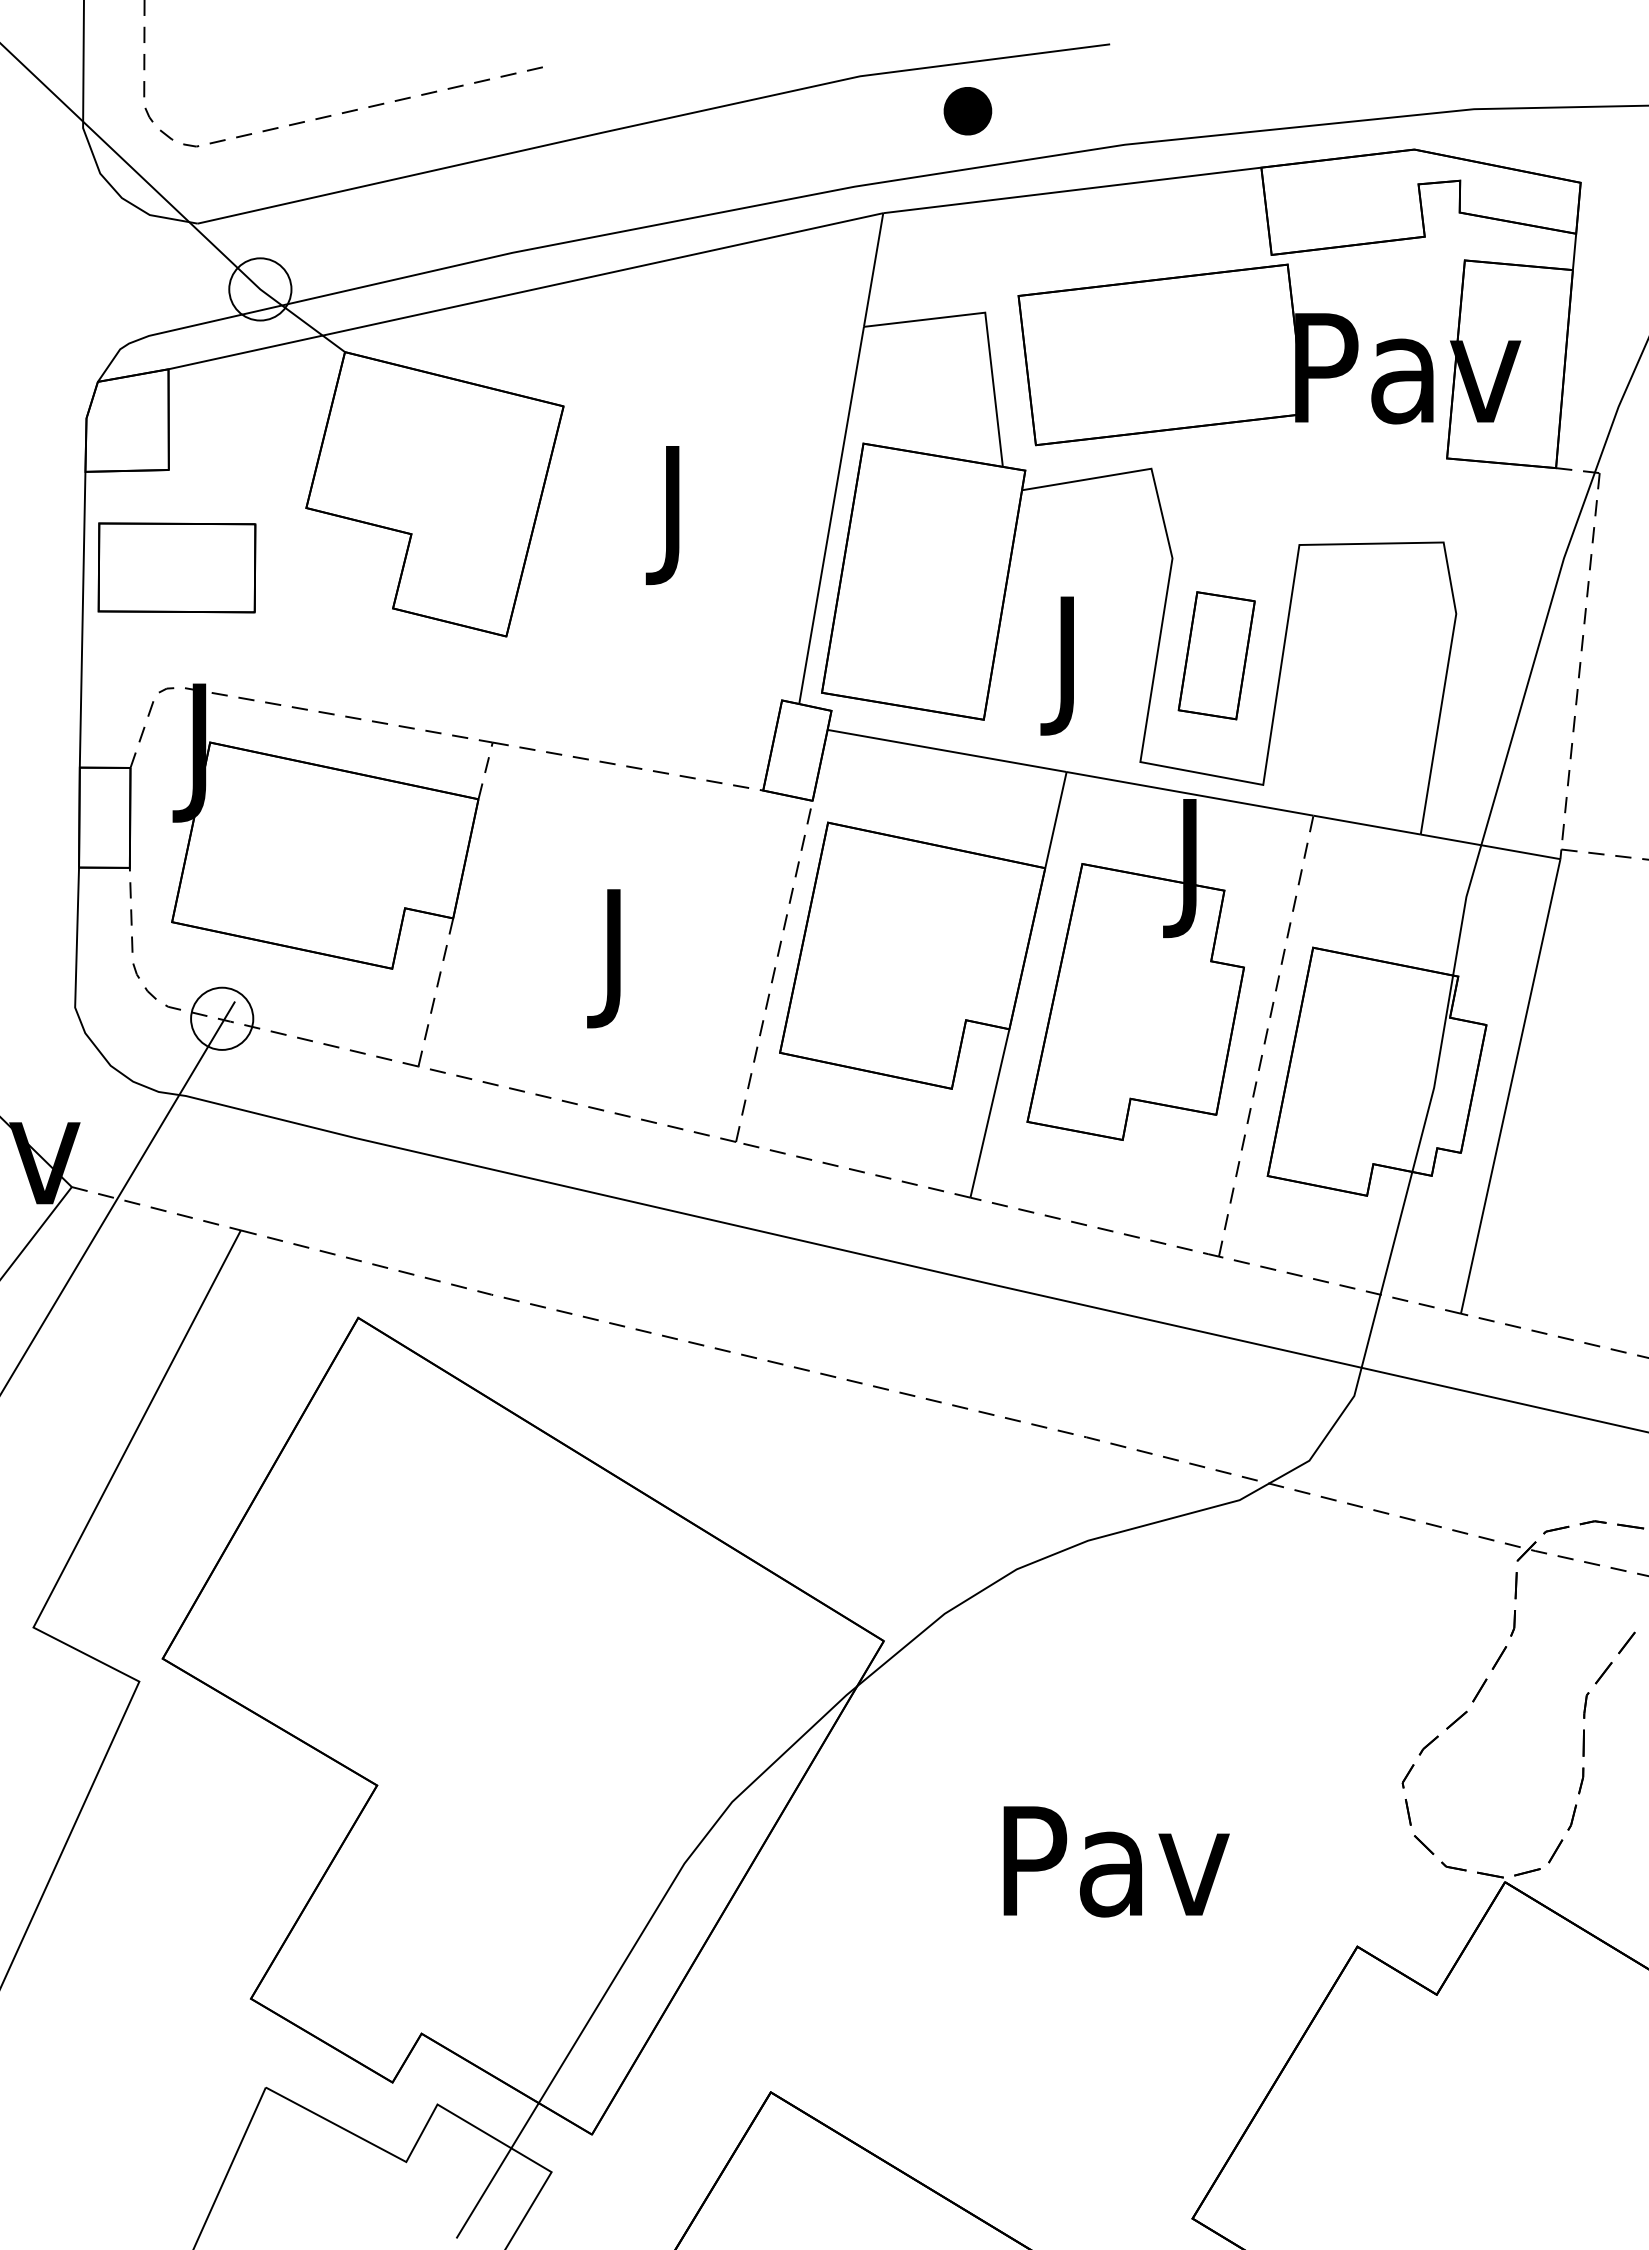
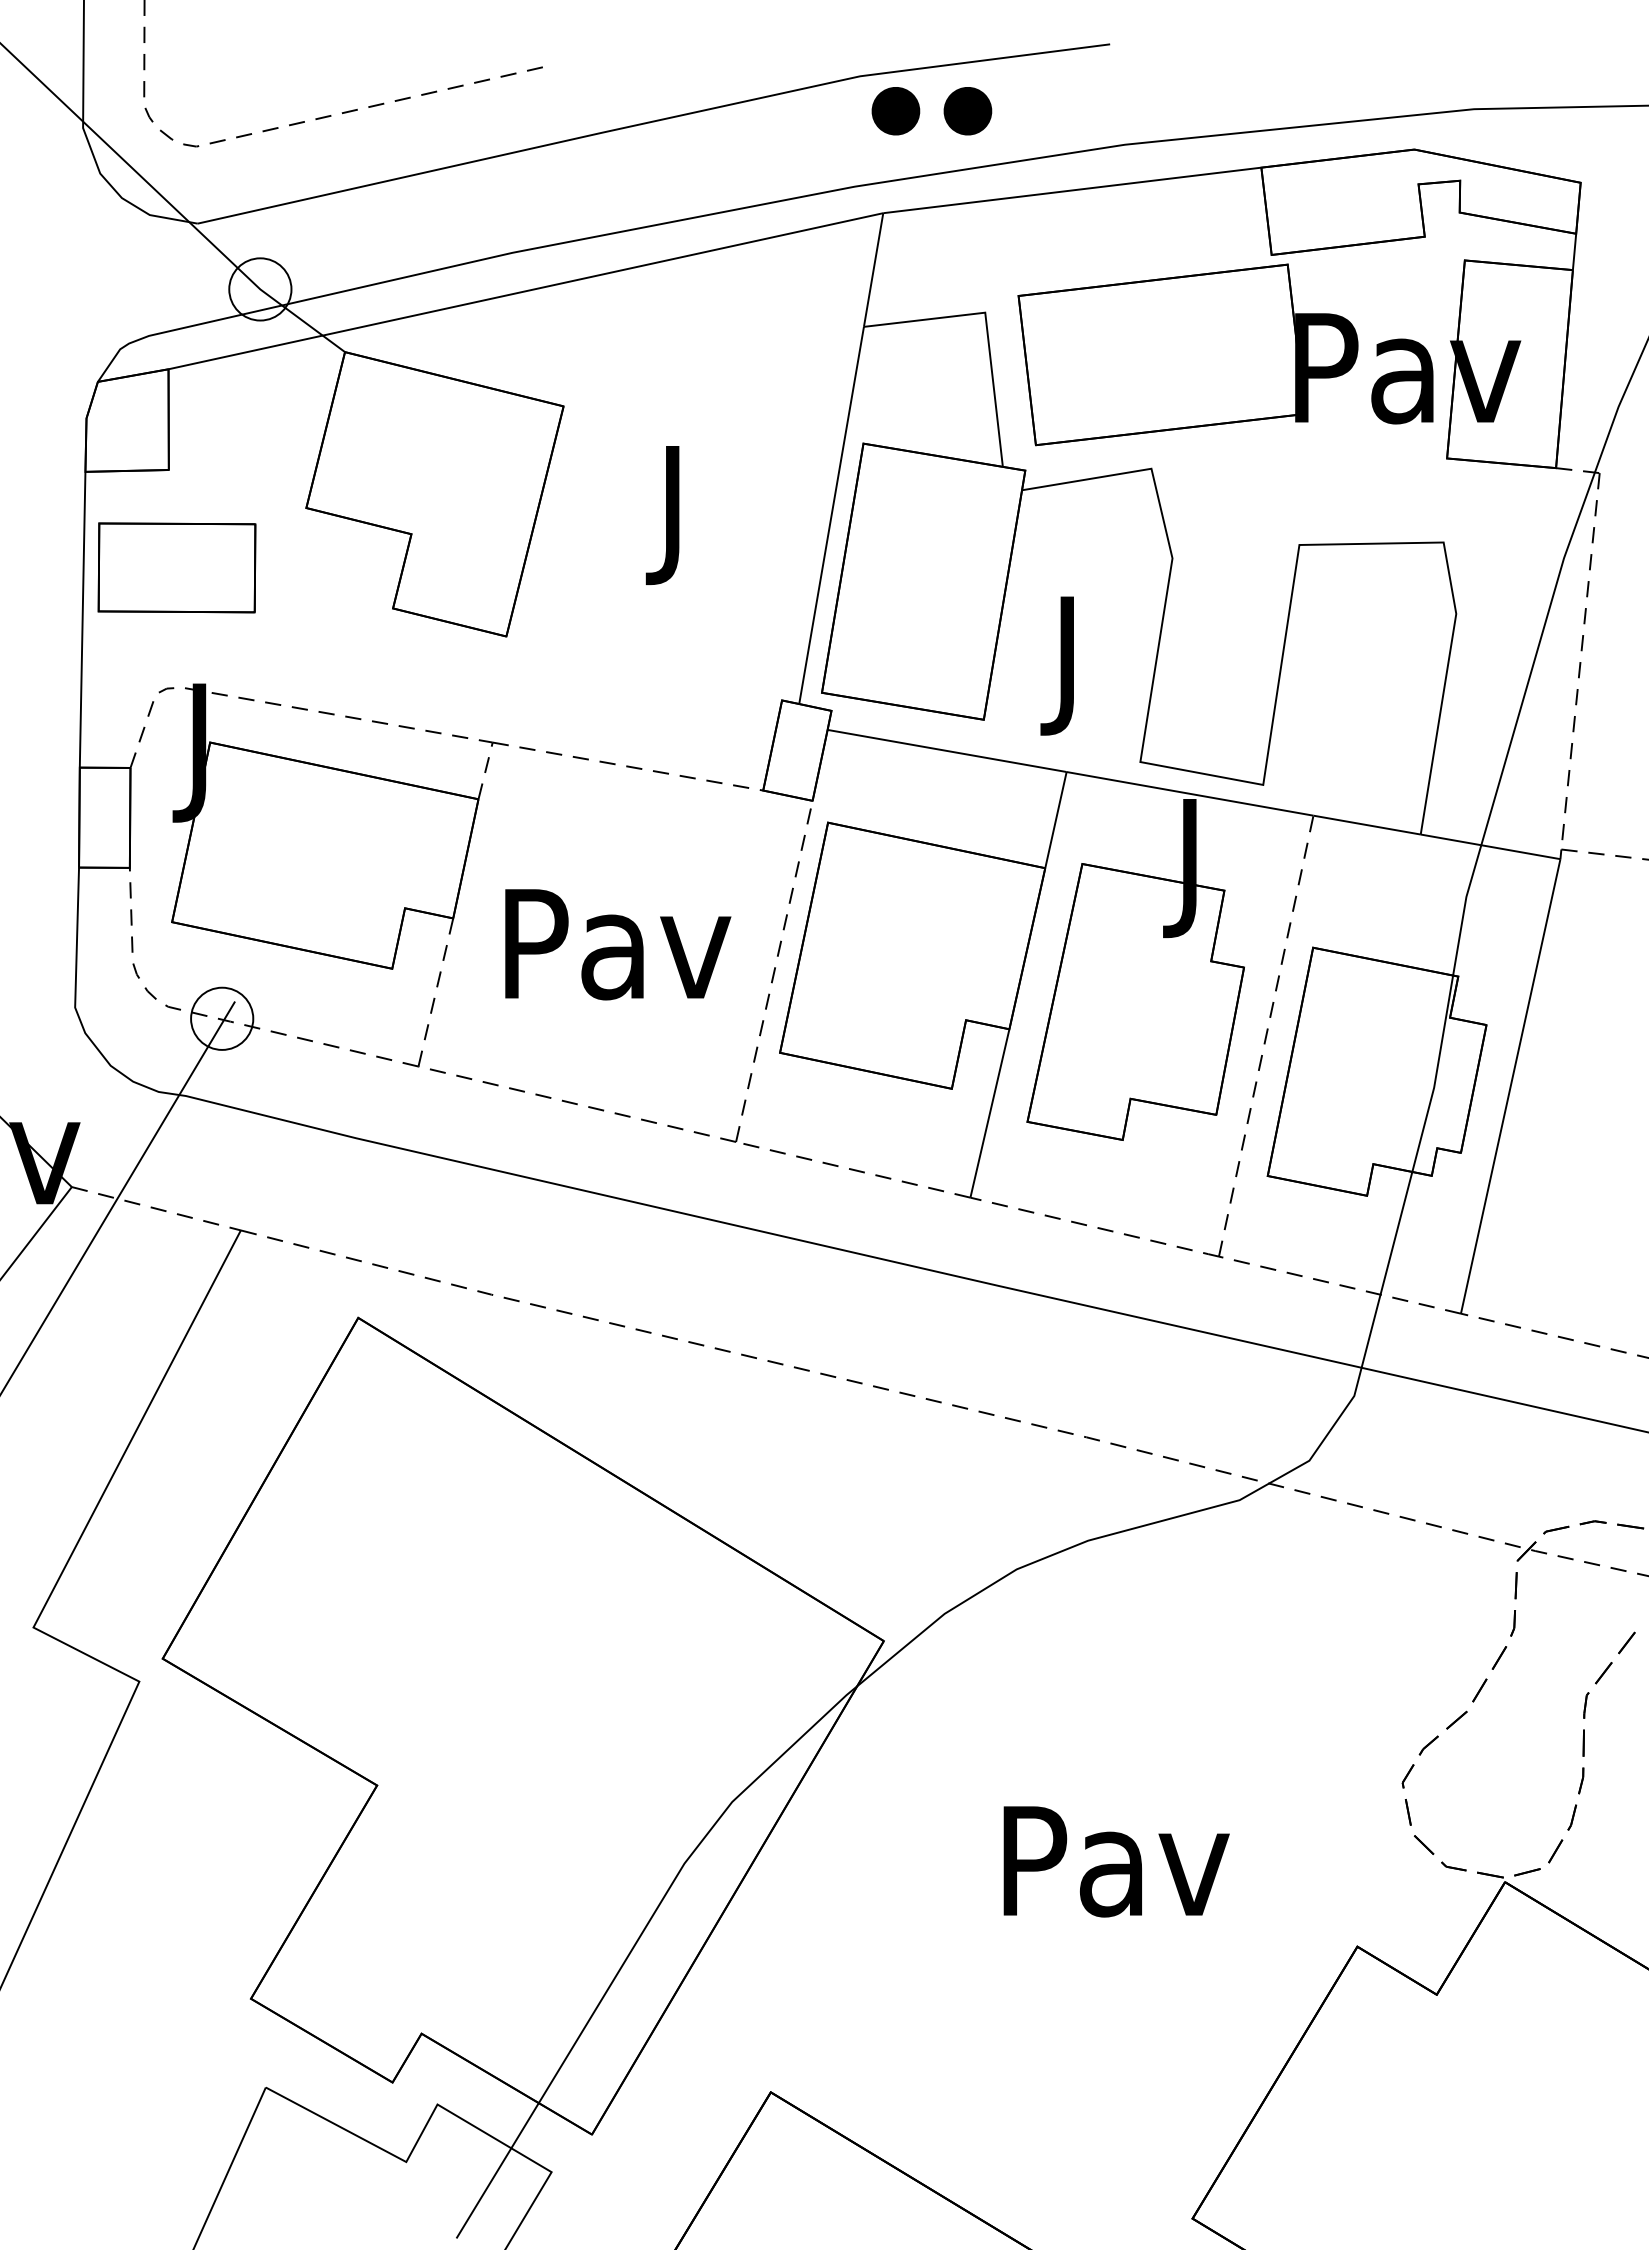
part at (895, 111): none -> present
part at (1216, 655): present -> none
text at (618, 958): J -> Pav
